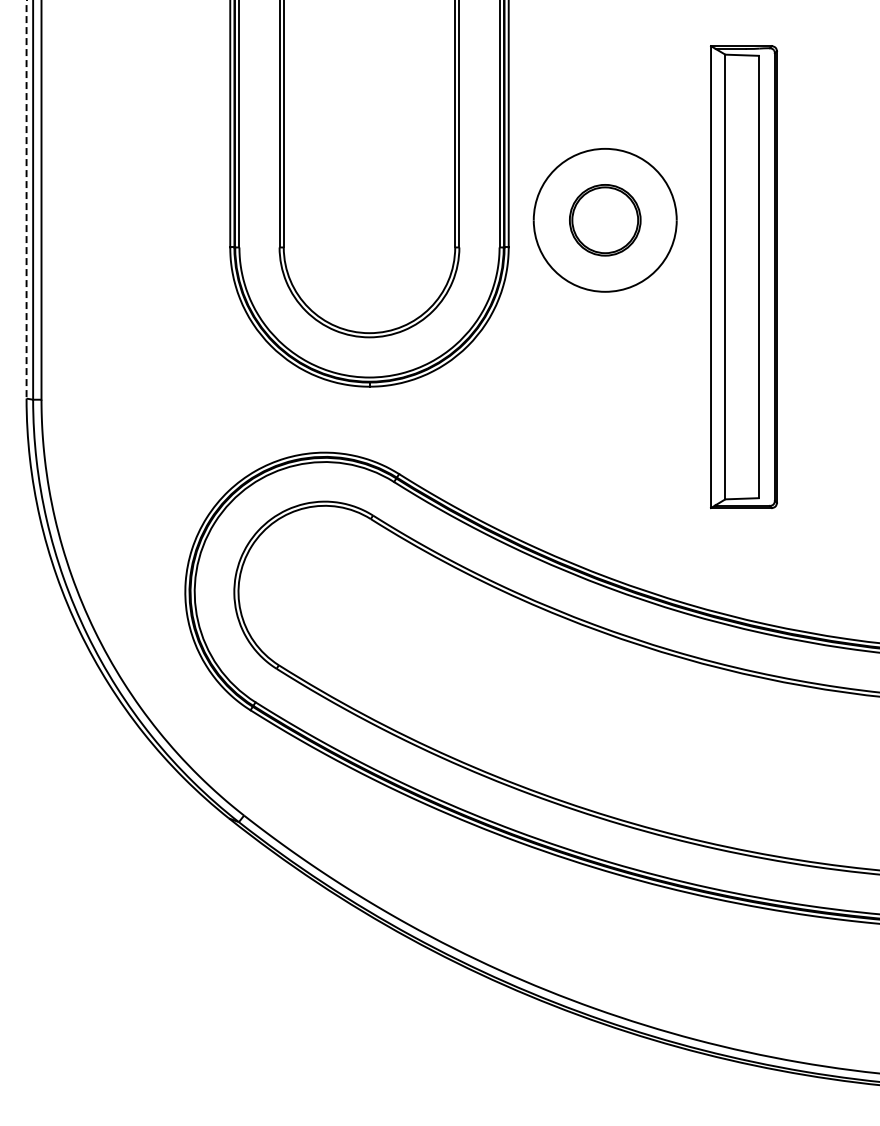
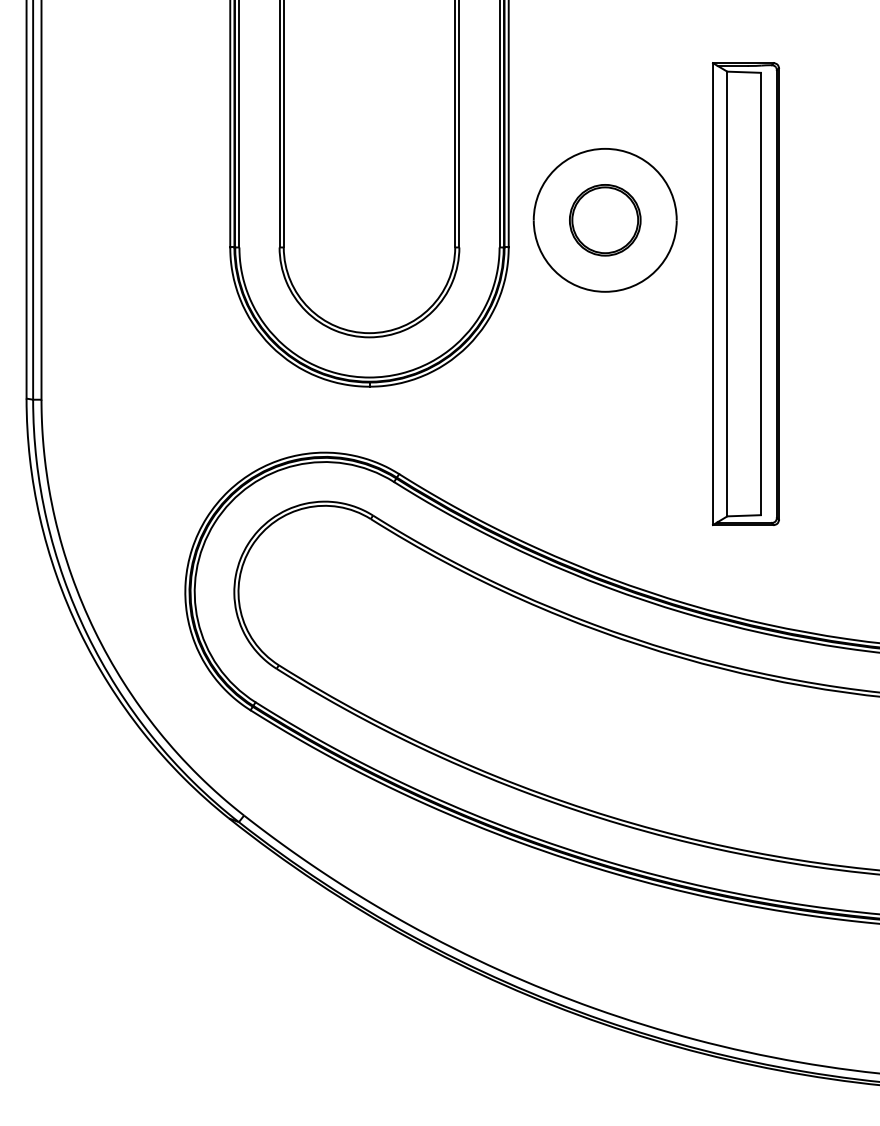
line at (26, 199): dashed -> solid
part at (743, 277) position: (743, 277) -> (745, 294)
